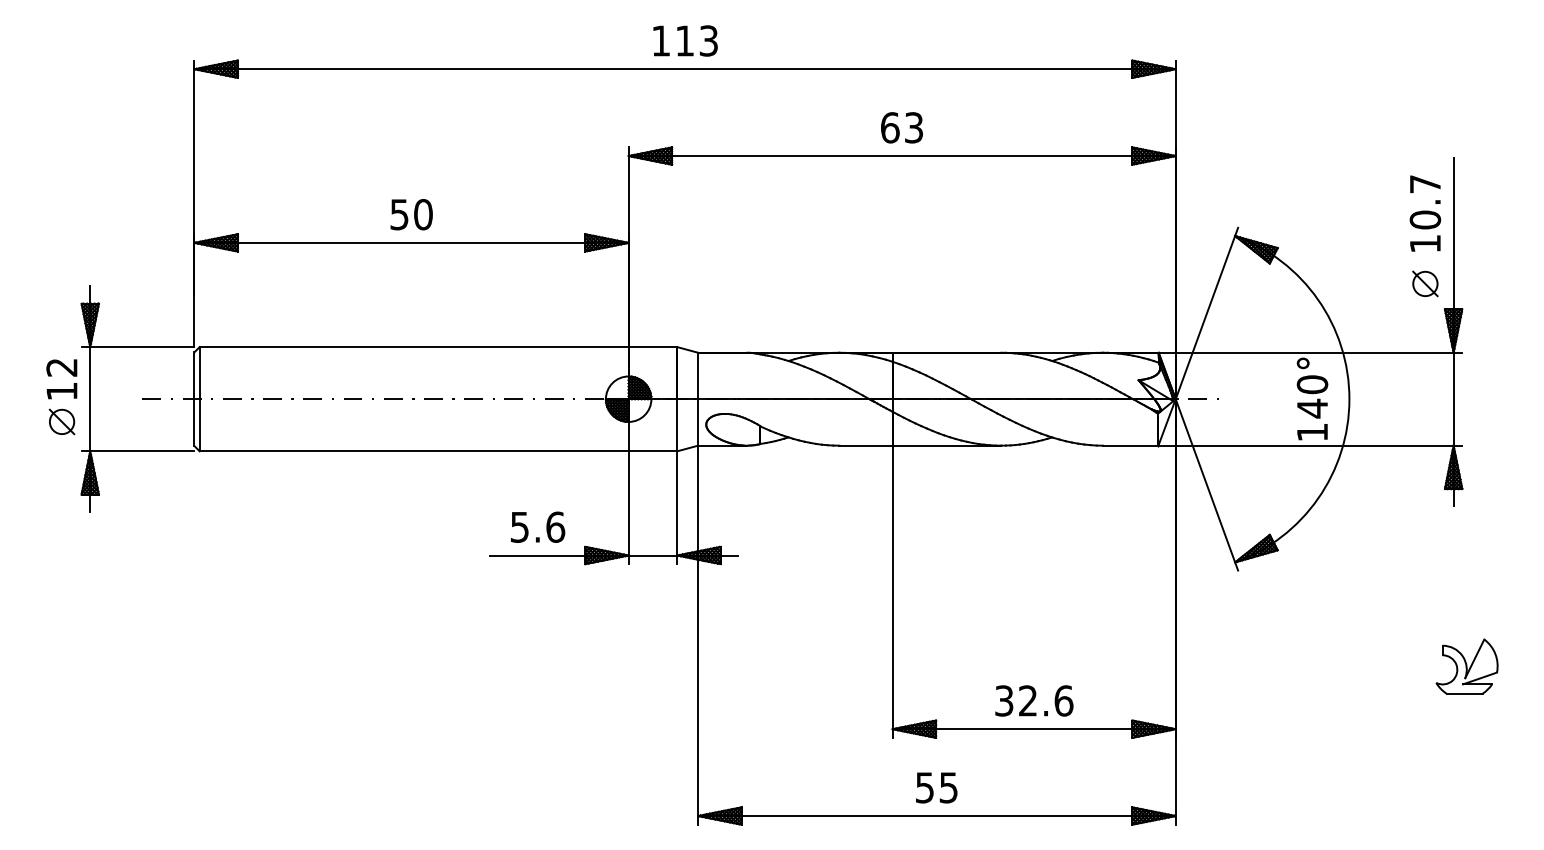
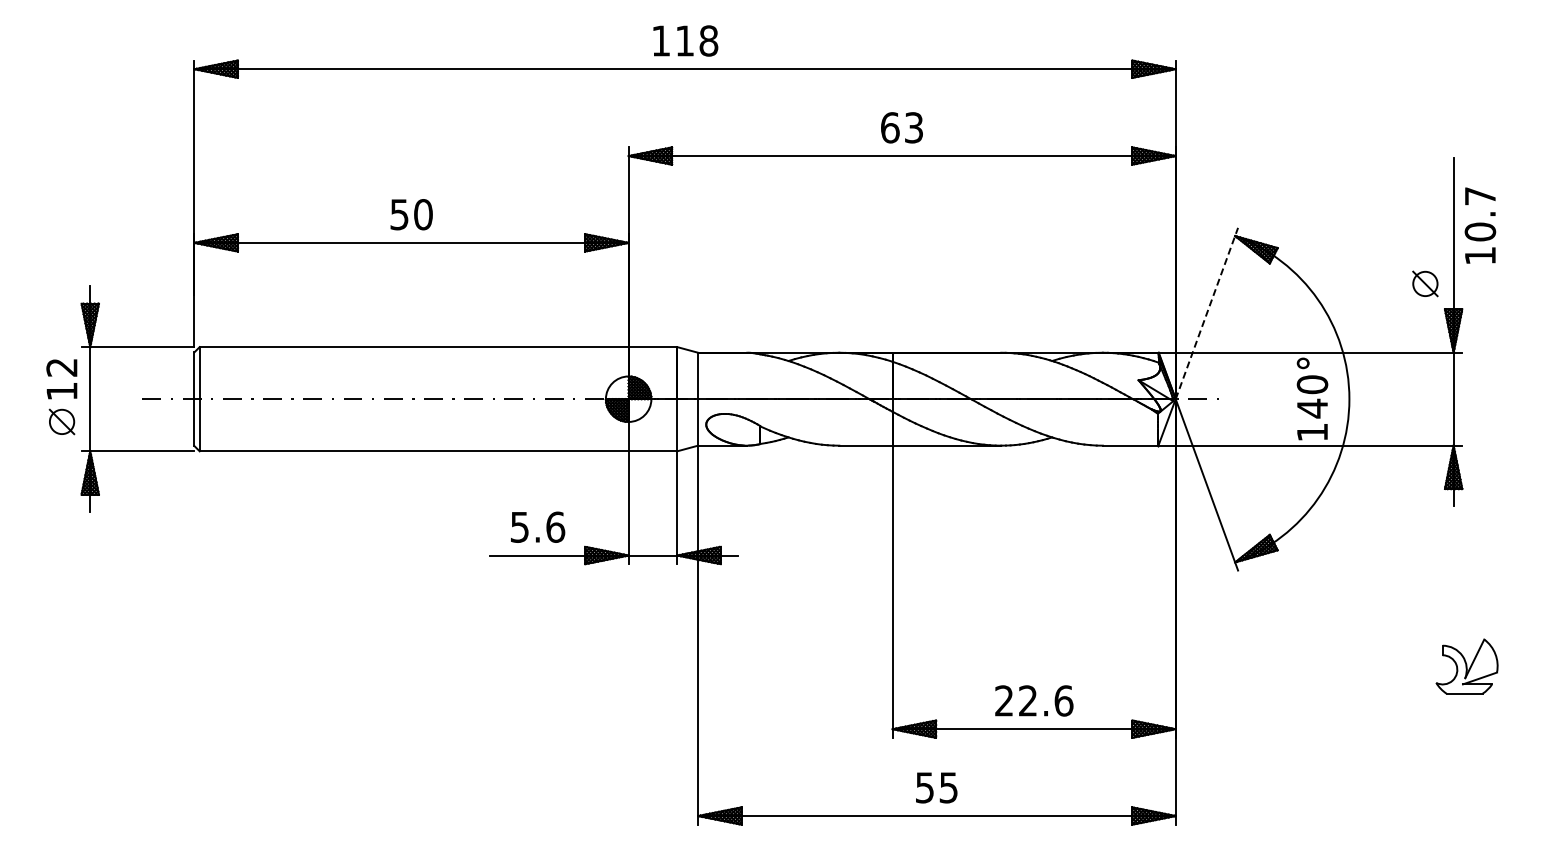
text at (708, 40): 113 -> 118
text at (1425, 213) position: (1425, 213) -> (1480, 225)
line at (1207, 313): solid -> dashed
text at (1004, 700): 32.6 -> 22.6
